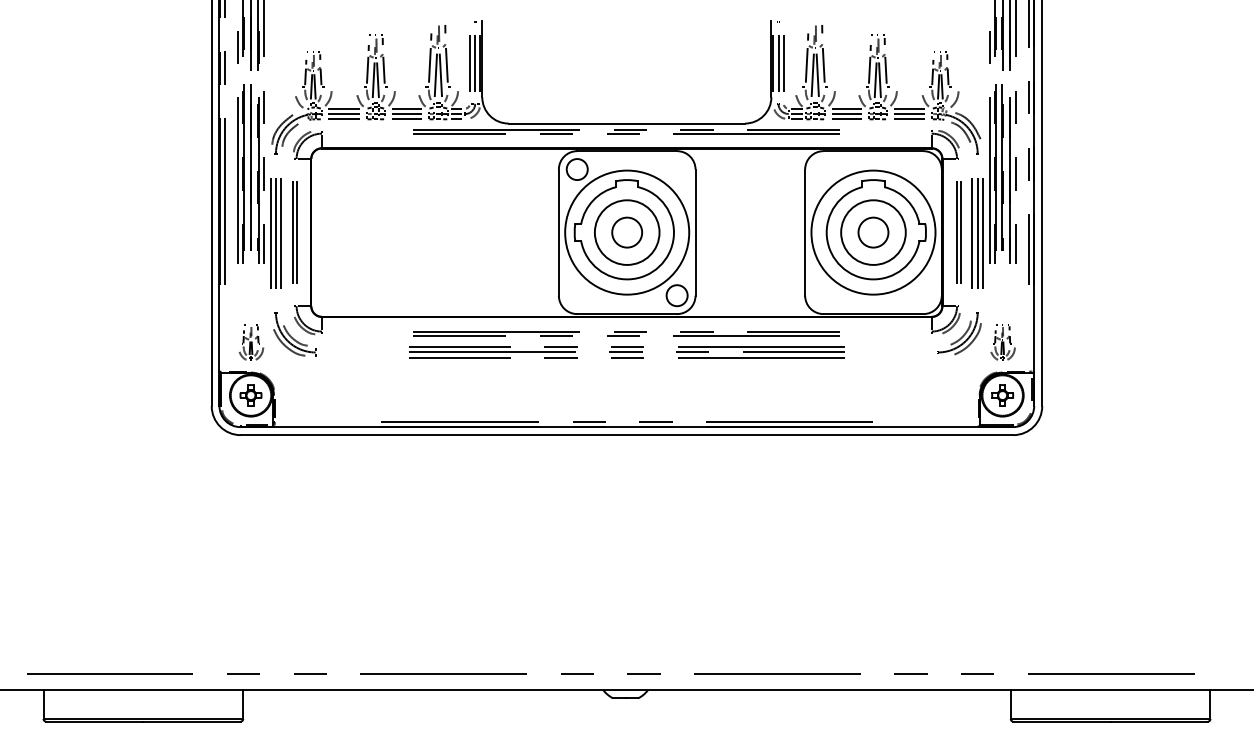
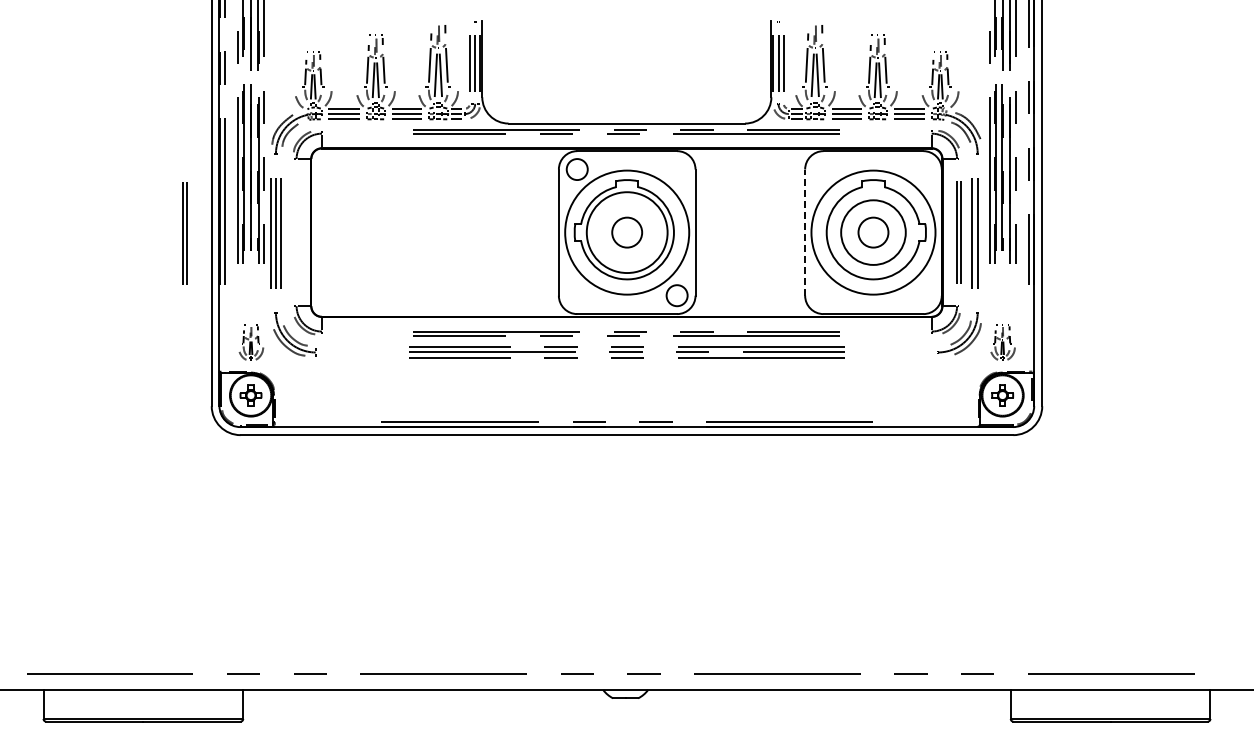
part at (294, 232) position: (294, 232) -> (184, 233)
circle at (626, 232) diameter: 65 px -> 81 px
line at (805, 232): solid -> dashed
line at (982, 232): present -> none
